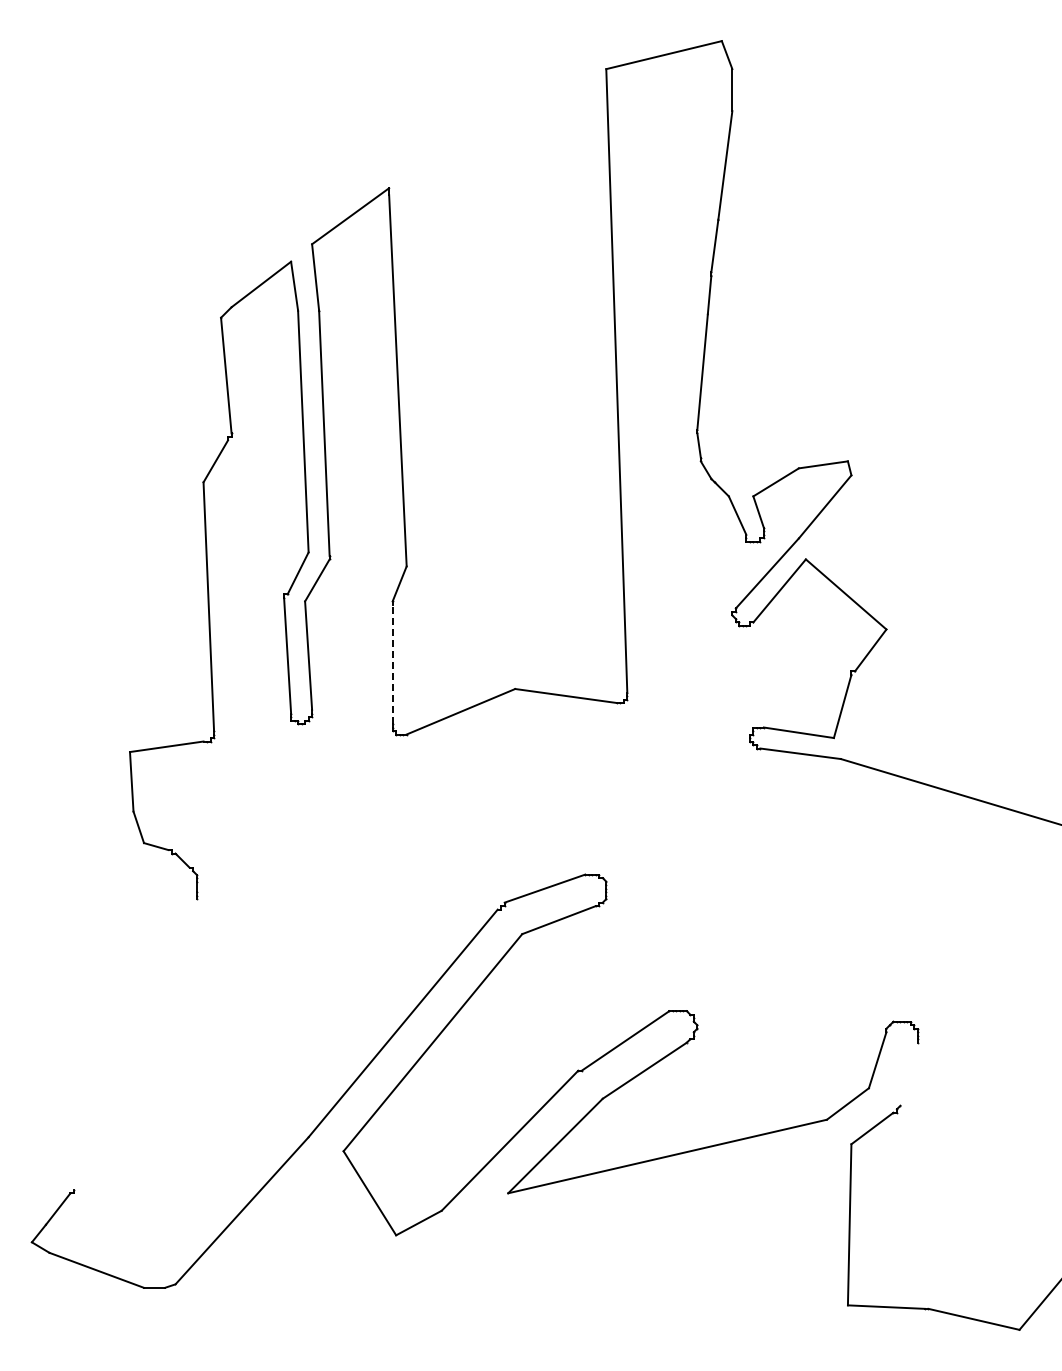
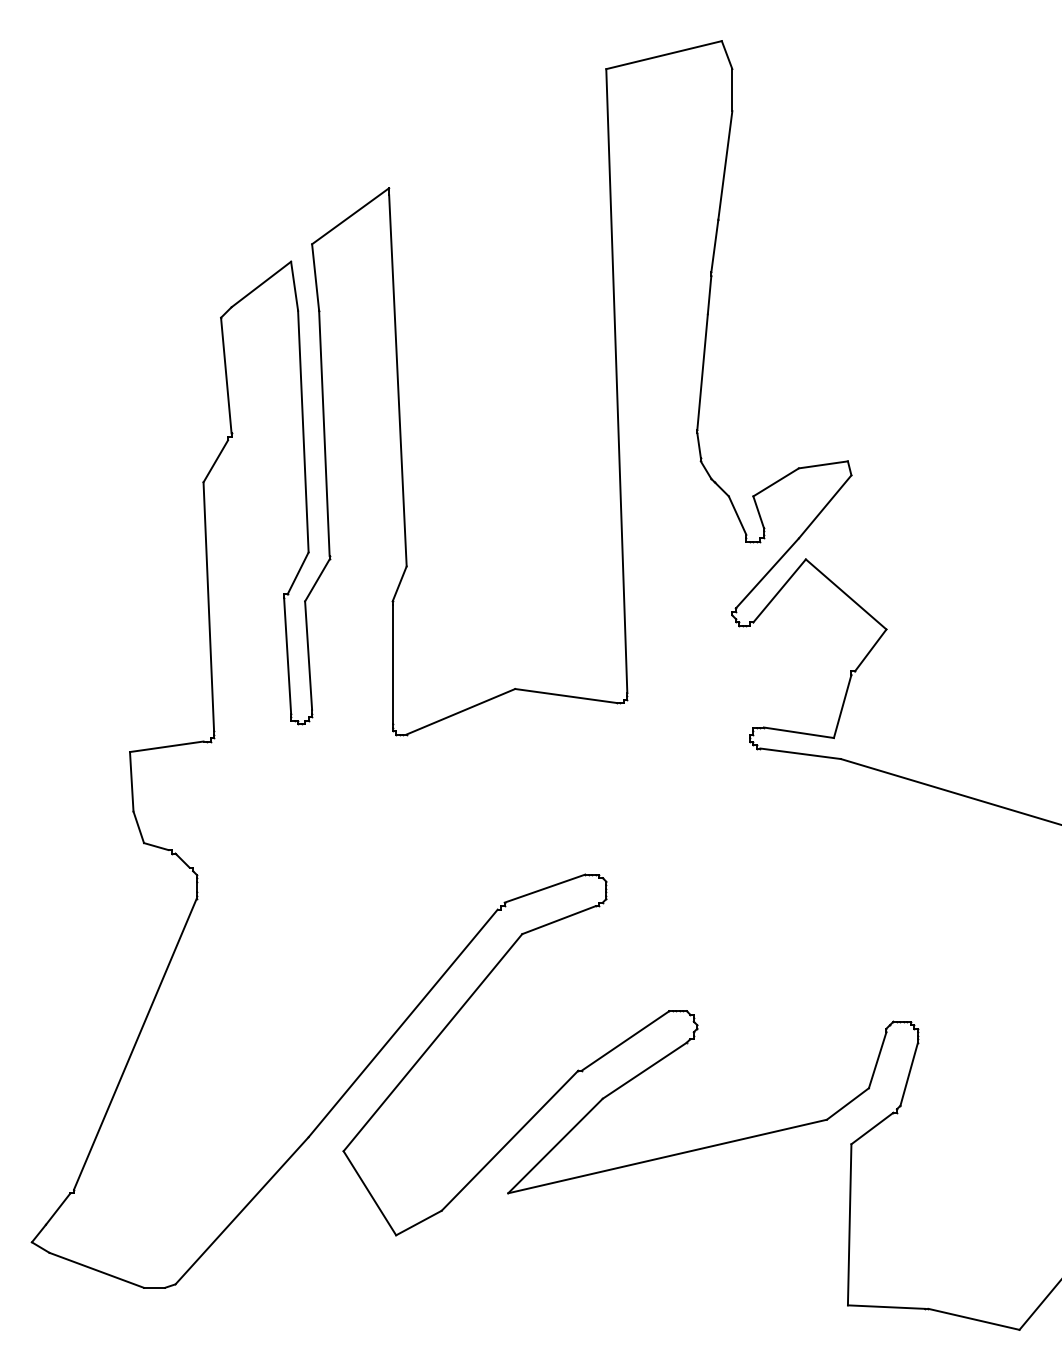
line at (392, 664): dashed -> solid
line at (134, 1044): none -> present
line at (908, 1073): none -> present
